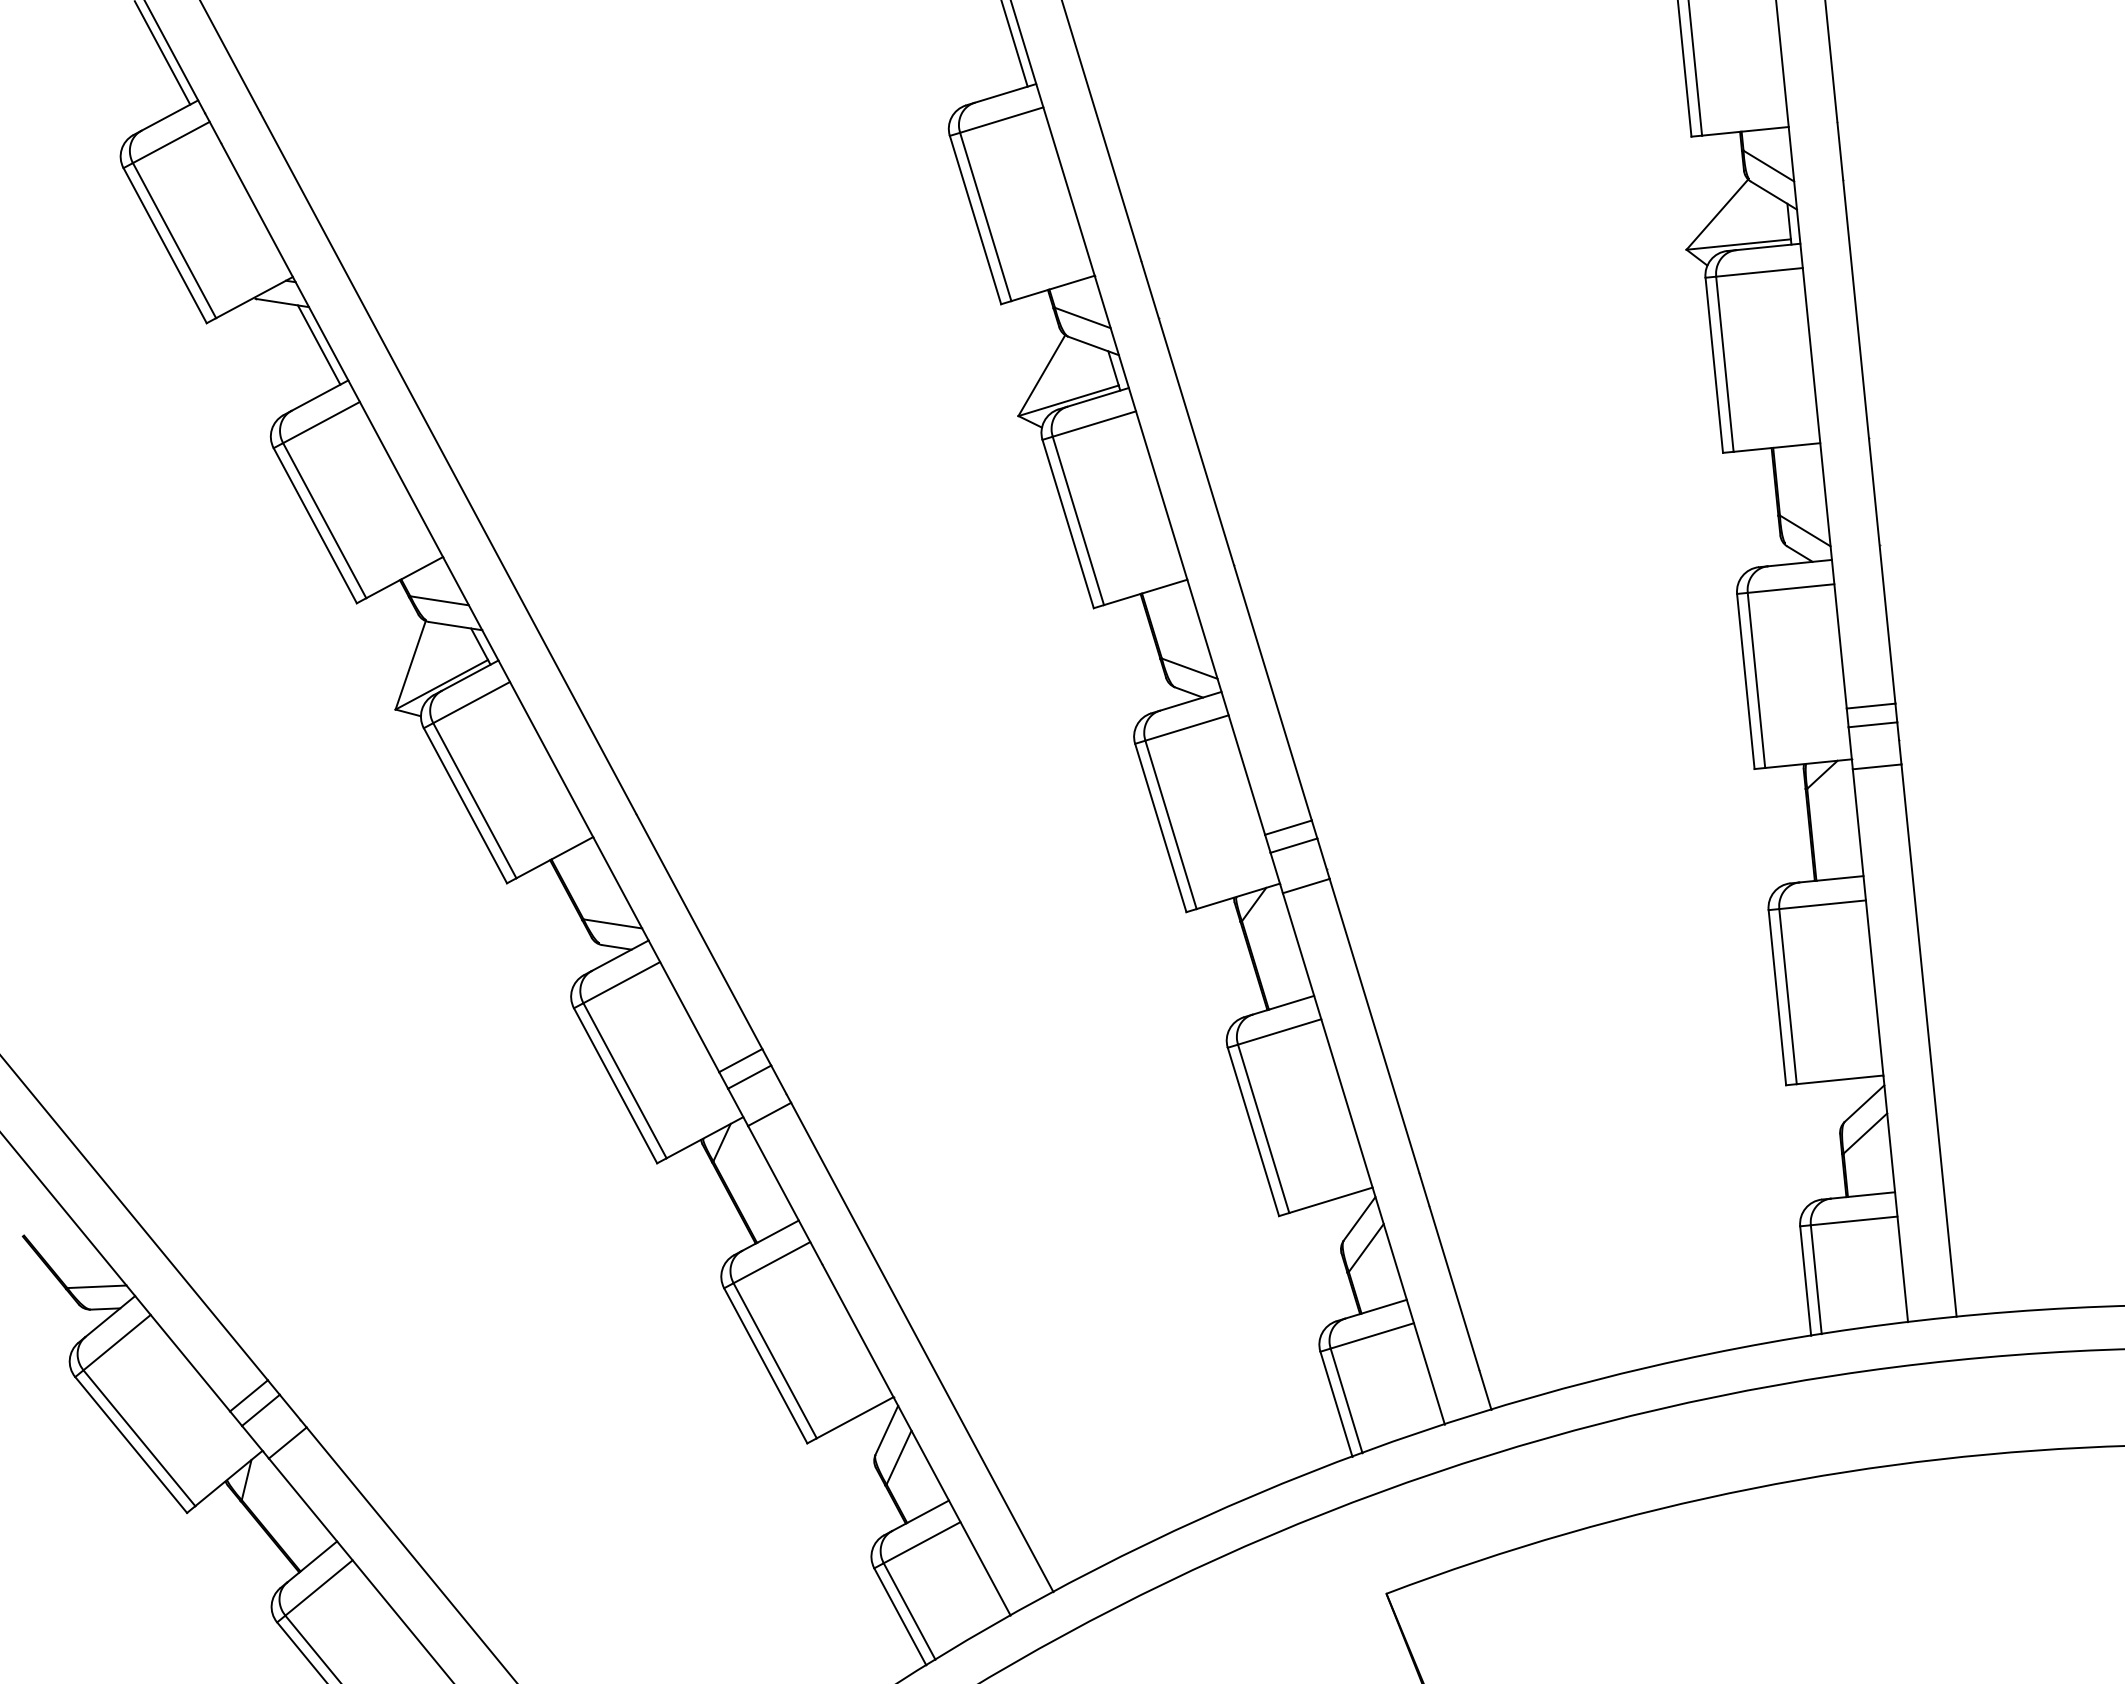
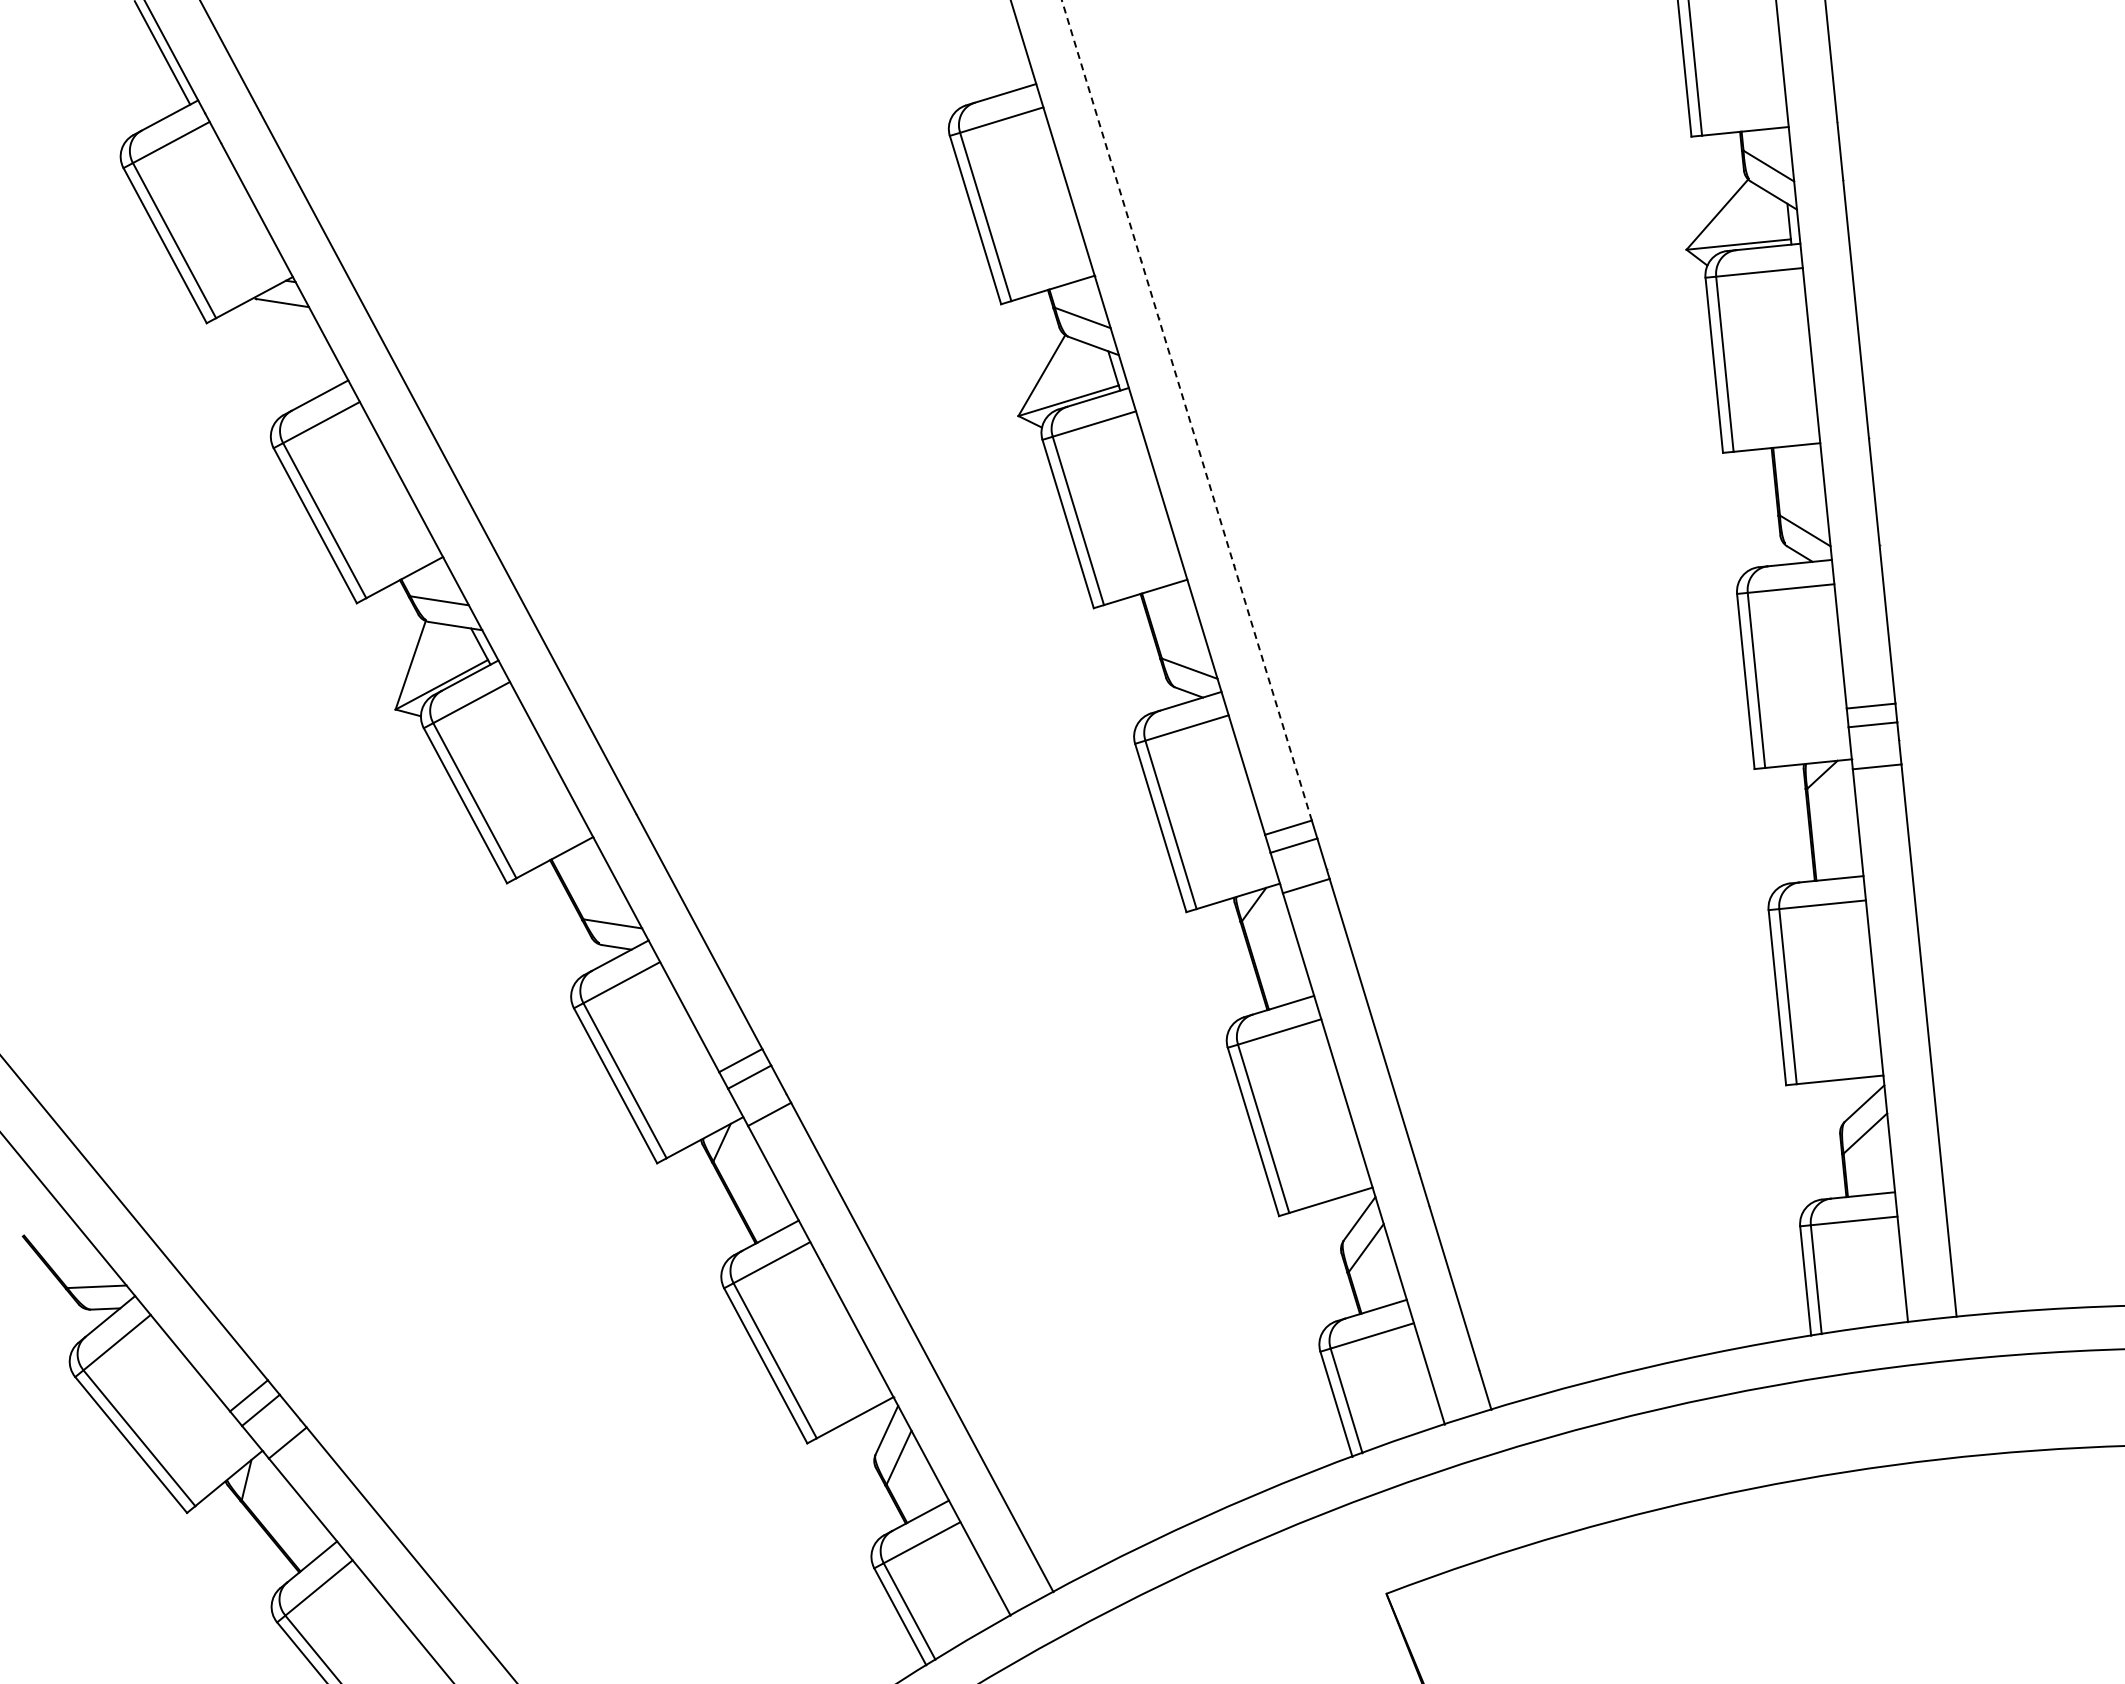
line at (1014, 44): present -> none
line at (318, 344): present -> none
line at (1187, 411): solid -> dashed
